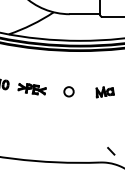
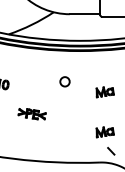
part at (31, 89) position: (31, 89) -> (31, 114)
circle at (68, 91) position: (68, 91) -> (64, 81)
part at (104, 132): none -> present
